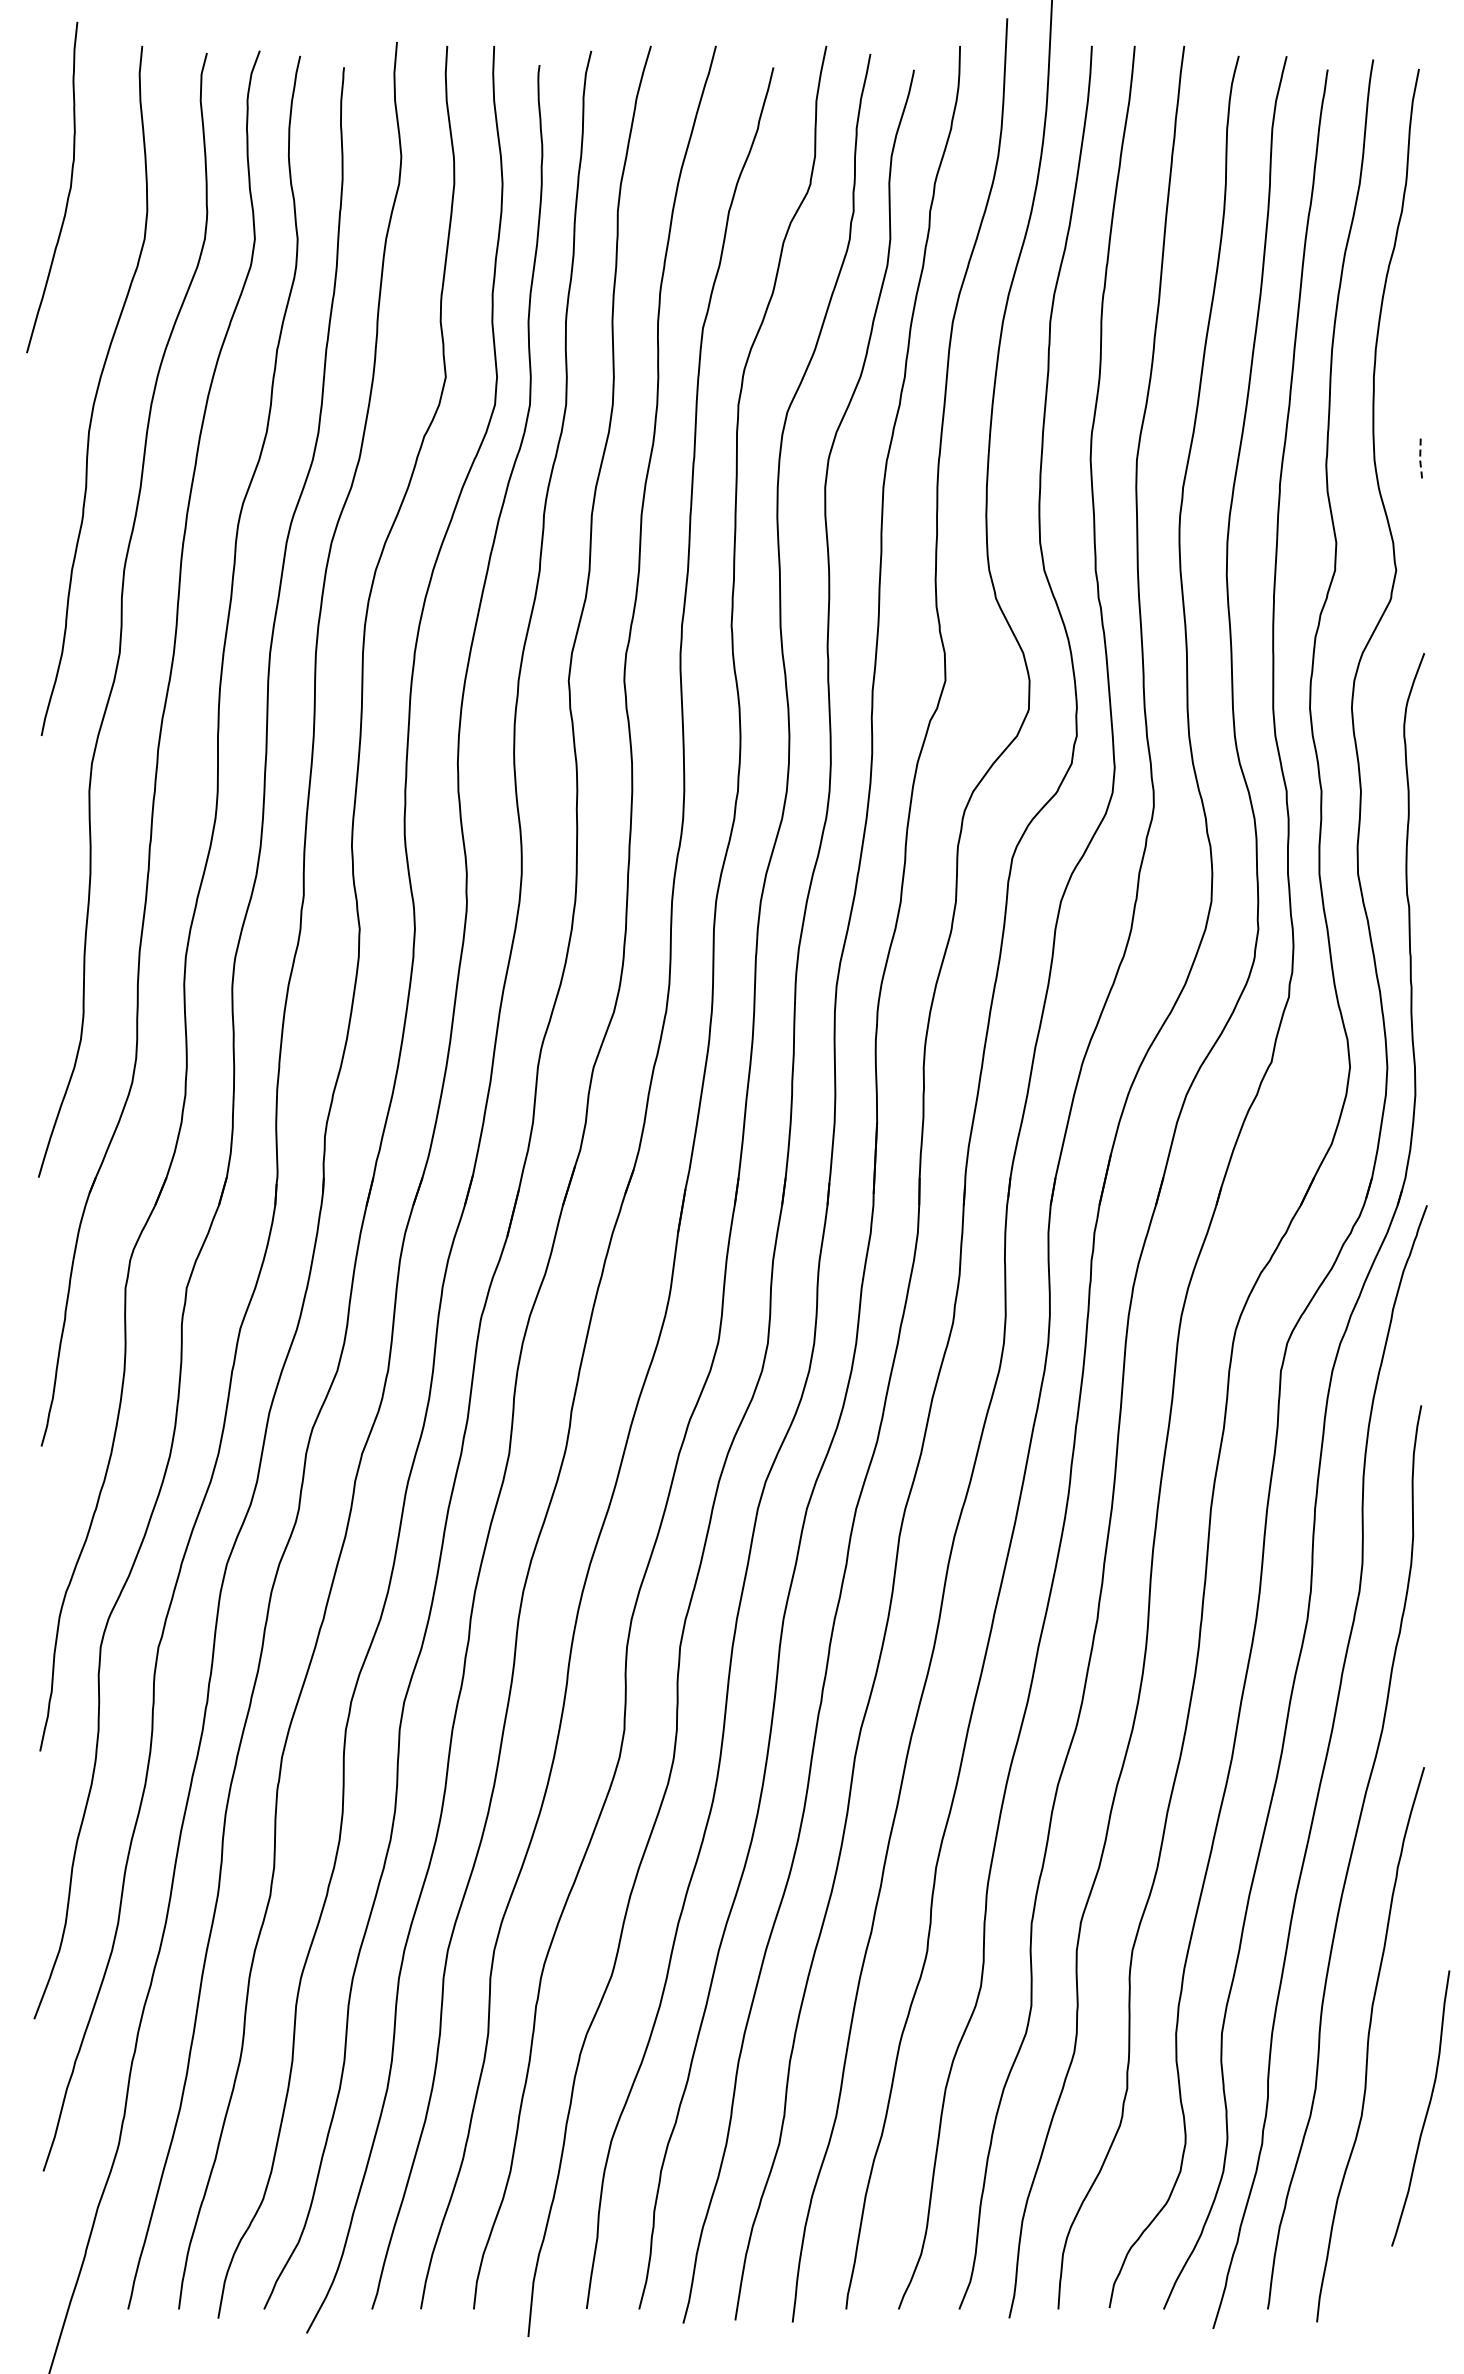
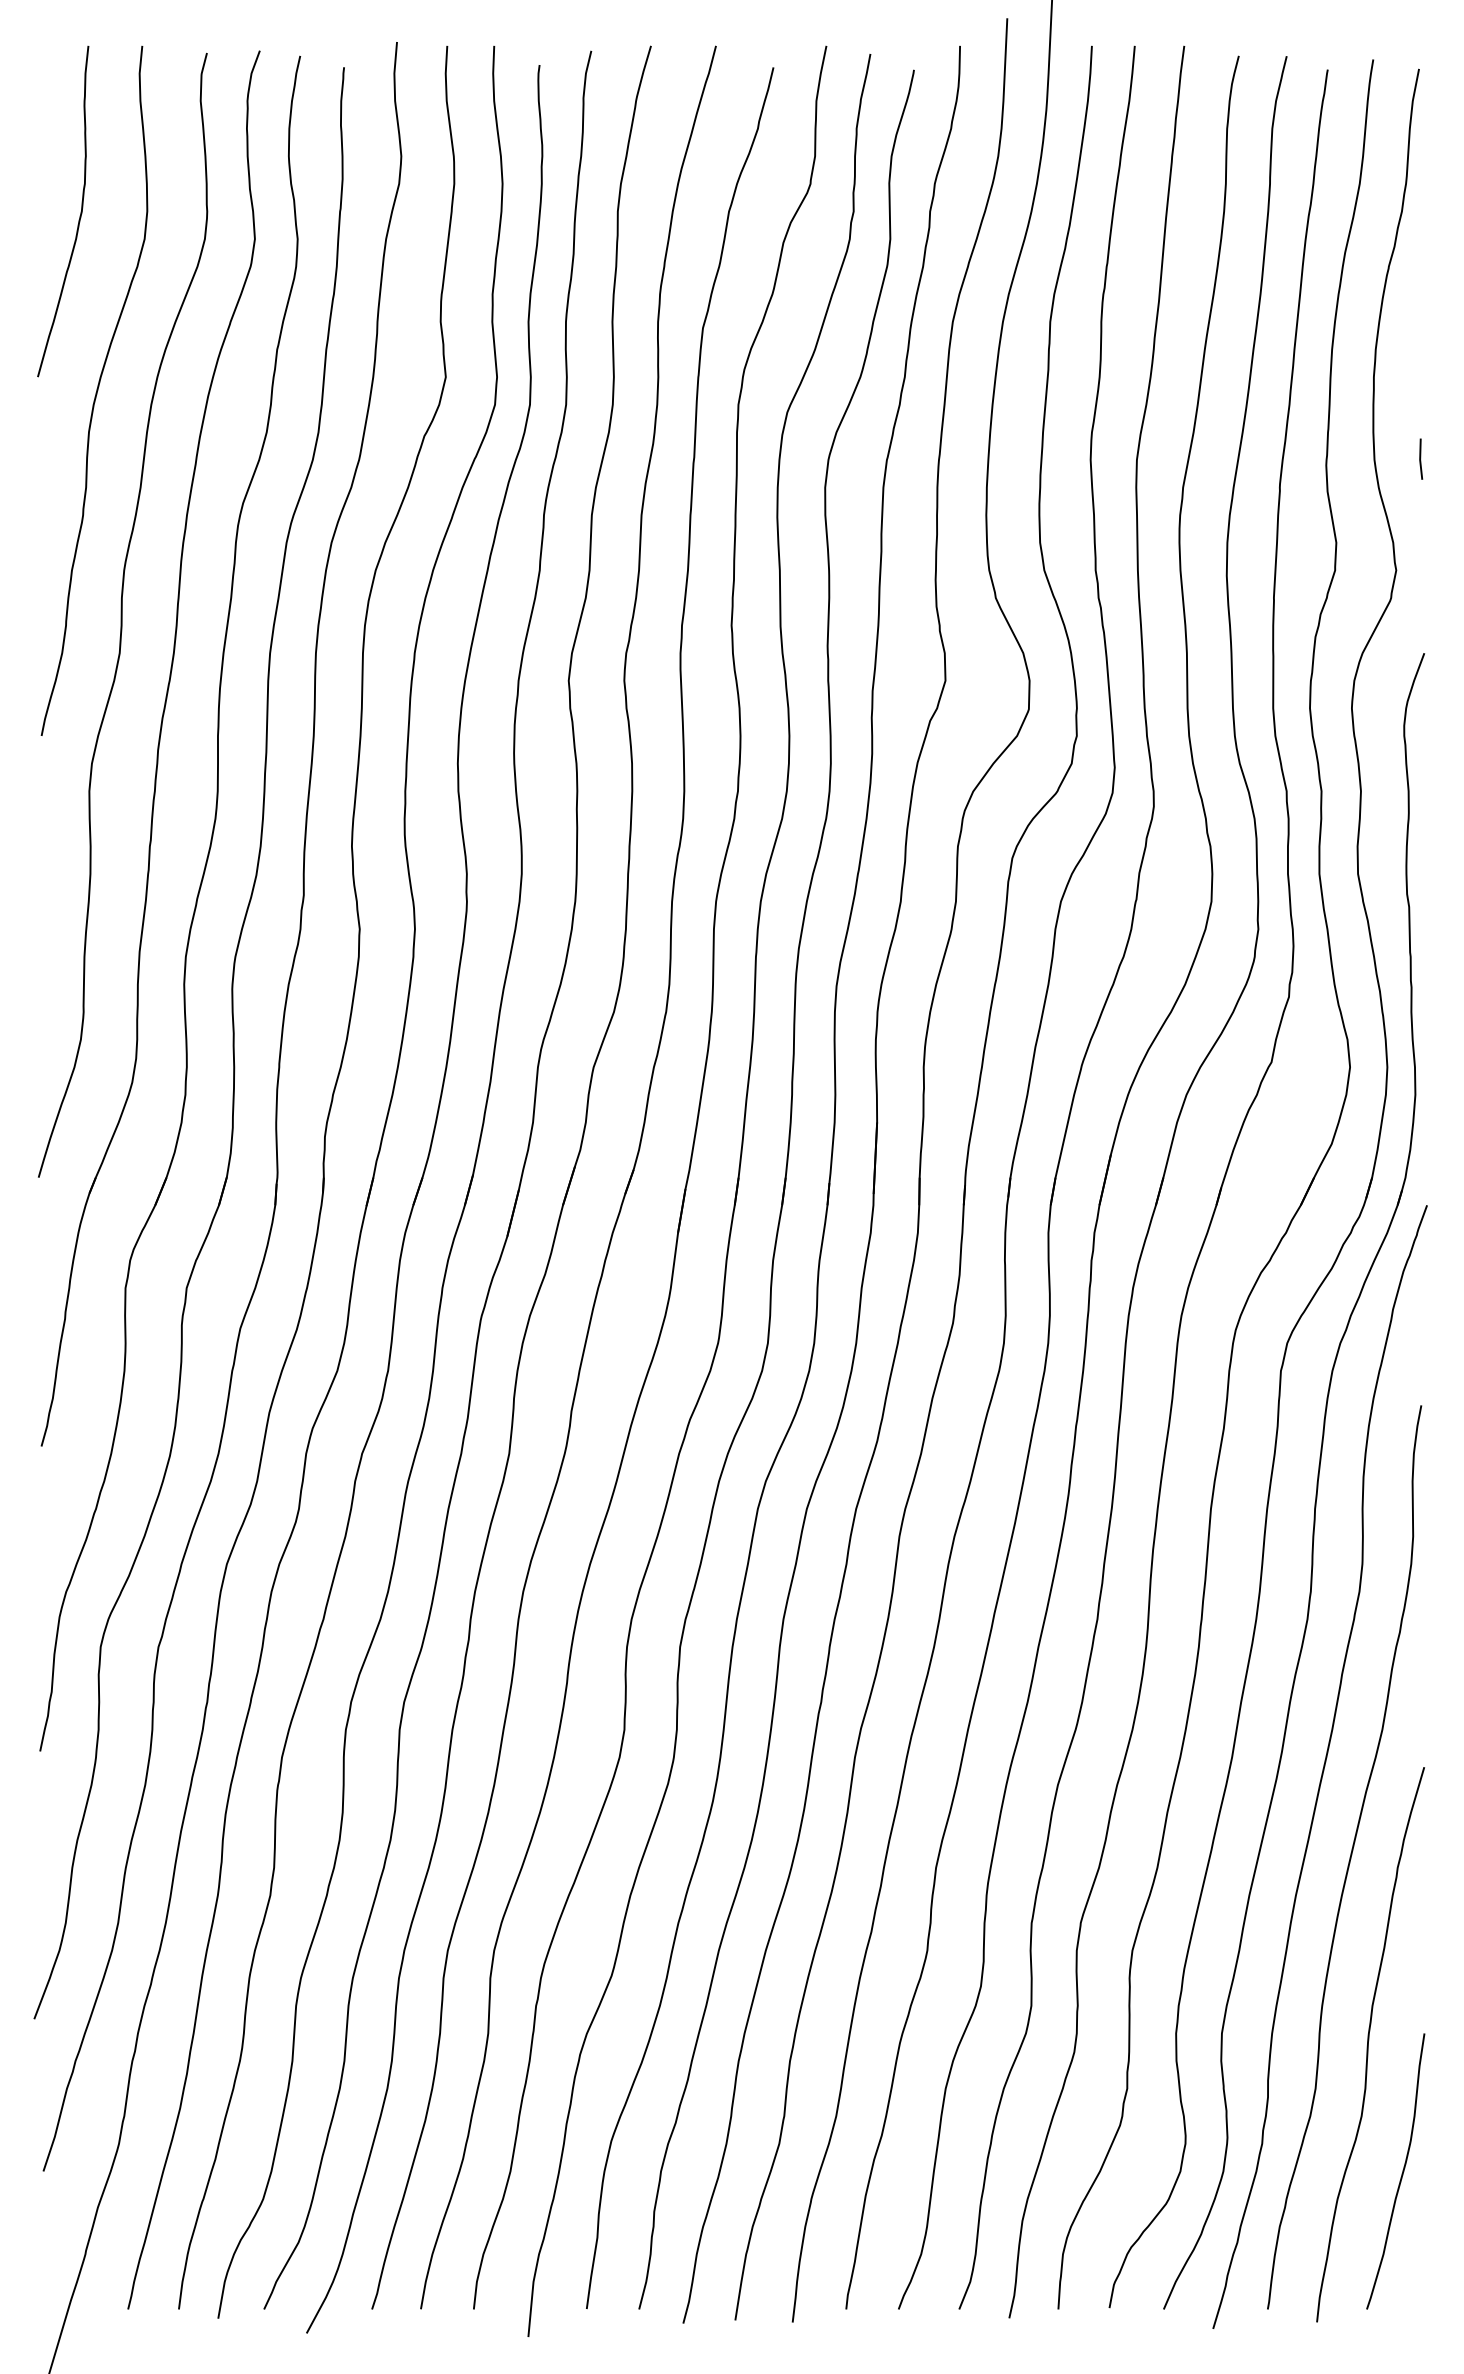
curve at (68, 191) position: (68, 191) -> (79, 215)
line at (1420, 459): dashed -> solid
curve at (1426, 2110) position: (1426, 2110) -> (1401, 2173)
